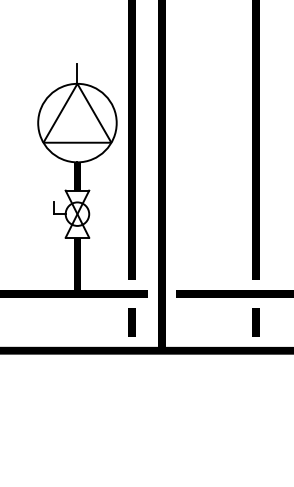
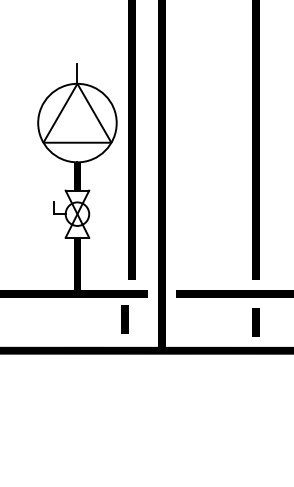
line at (131, 322) position: (131, 322) -> (124, 319)
